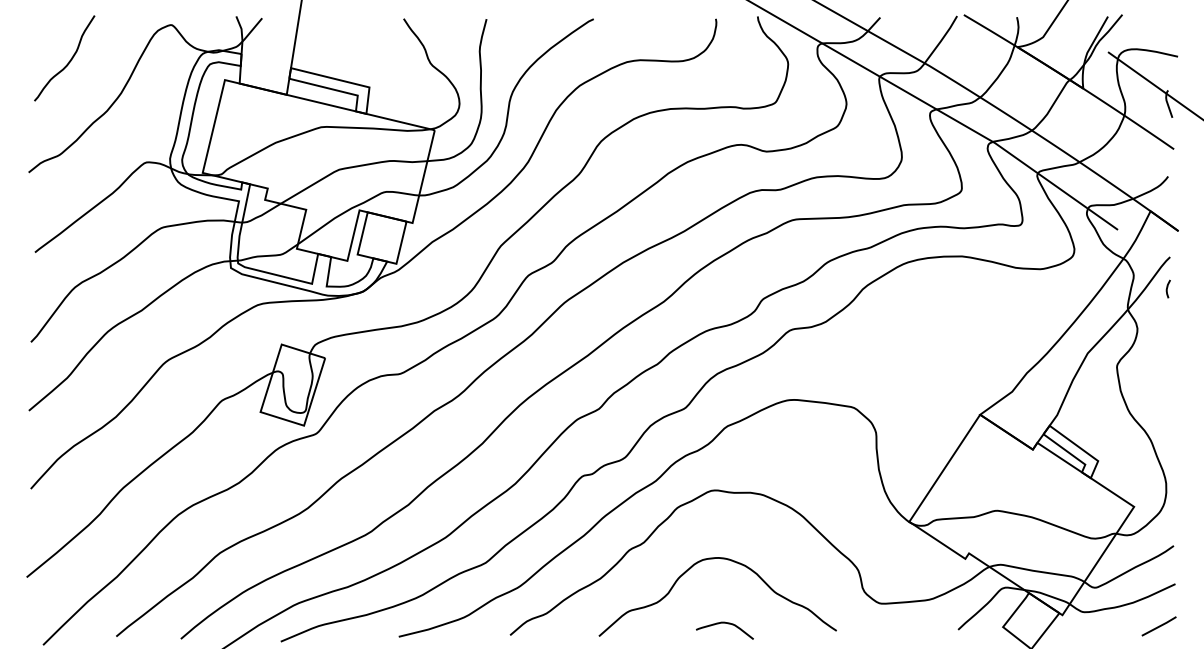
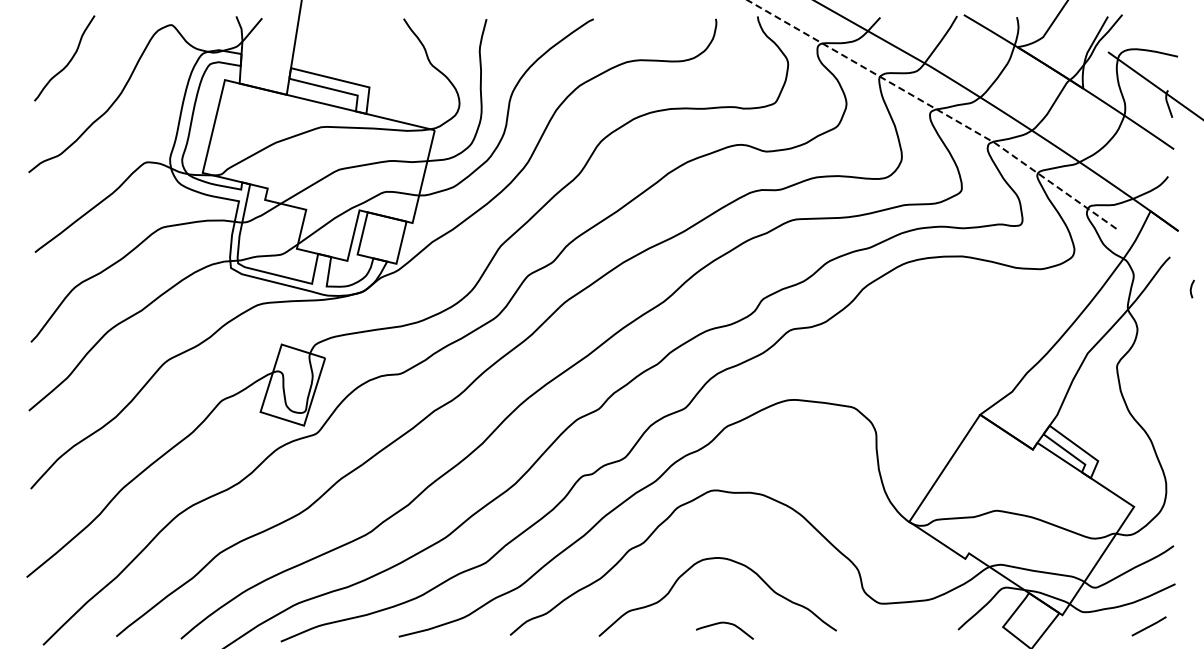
line at (937, 109): solid -> dashed
curve at (1167, 288) position: (1167, 288) -> (1191, 288)
line at (1158, 626) position: (1158, 626) -> (1148, 626)
